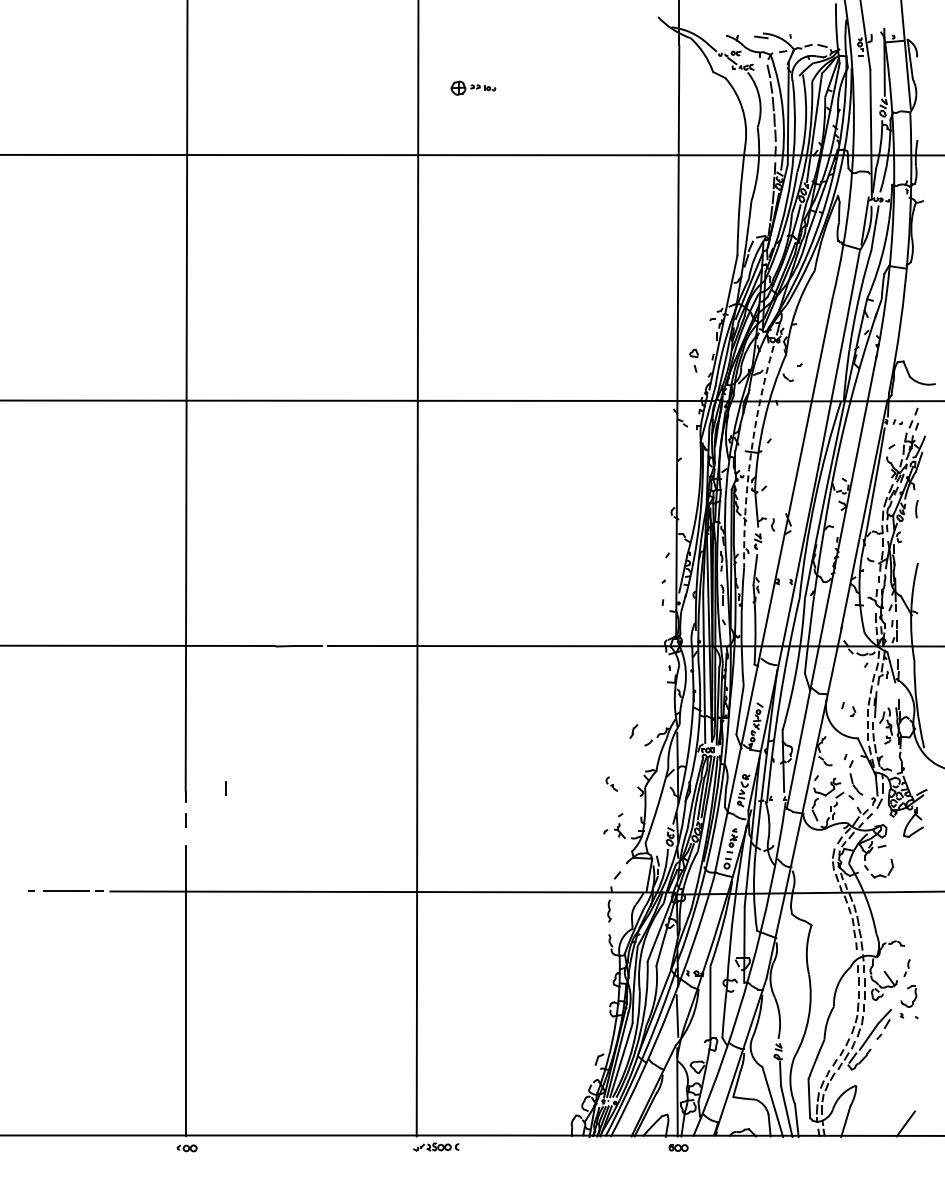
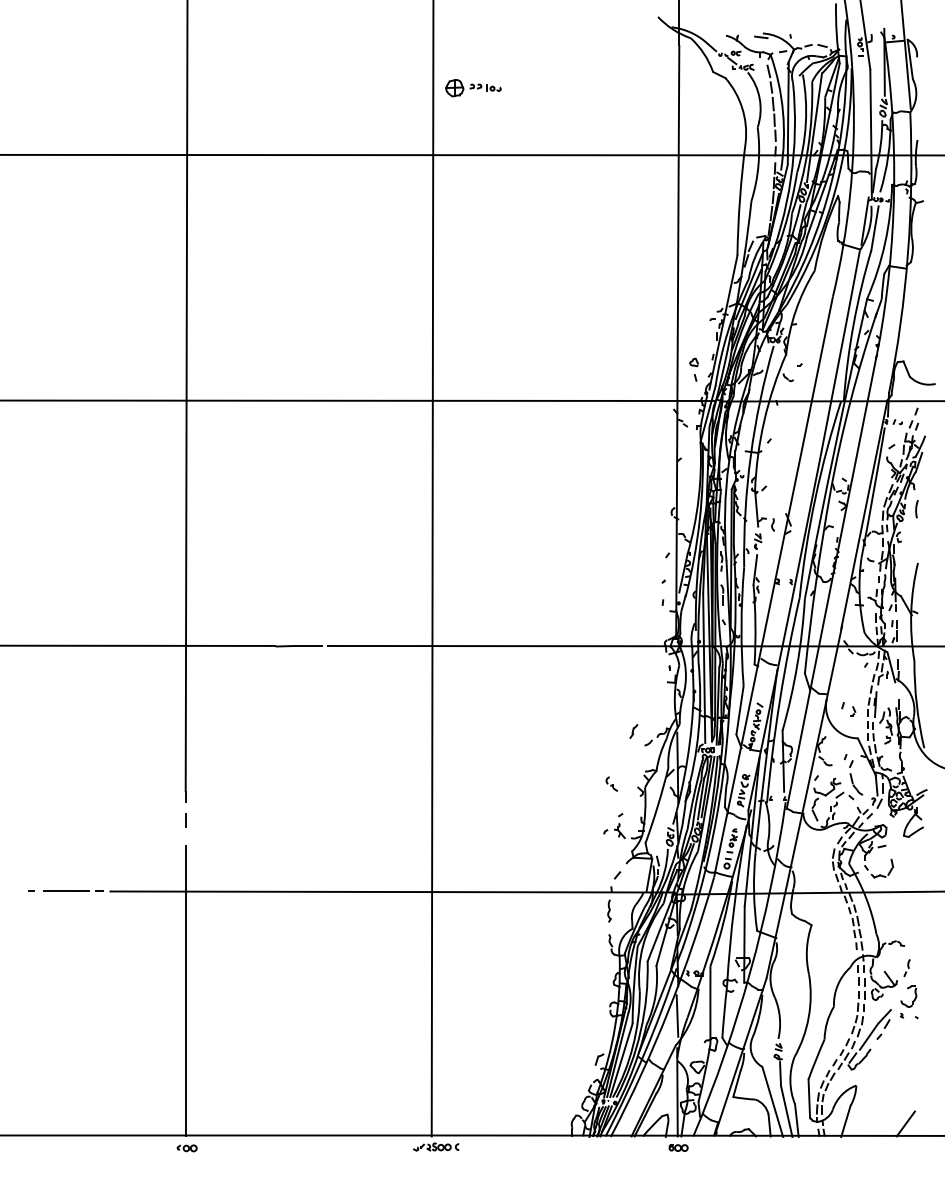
part at (473, 87) size: 47x16 px -> 57x19 px
part at (693, 360) position: (693, 360) -> (693, 369)
arc at (750, 455): dashed -> solid
line at (417, 569) position: (417, 569) -> (432, 569)
line at (225, 788): present -> none
